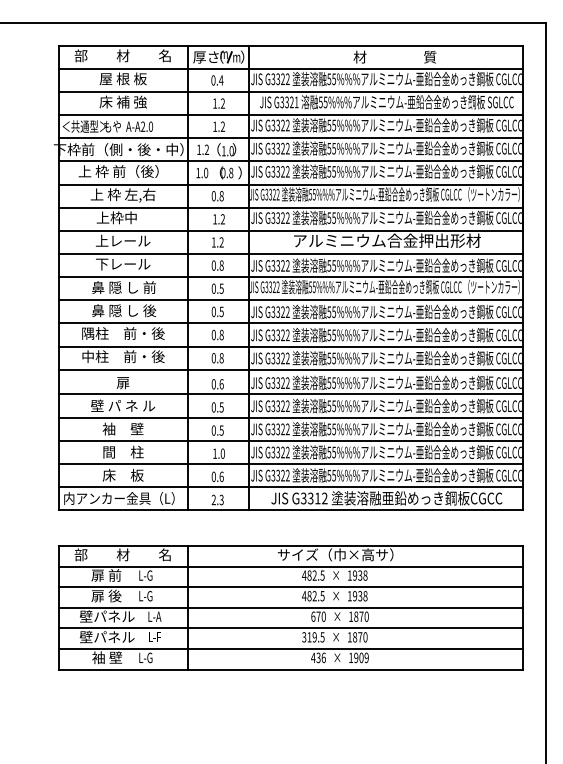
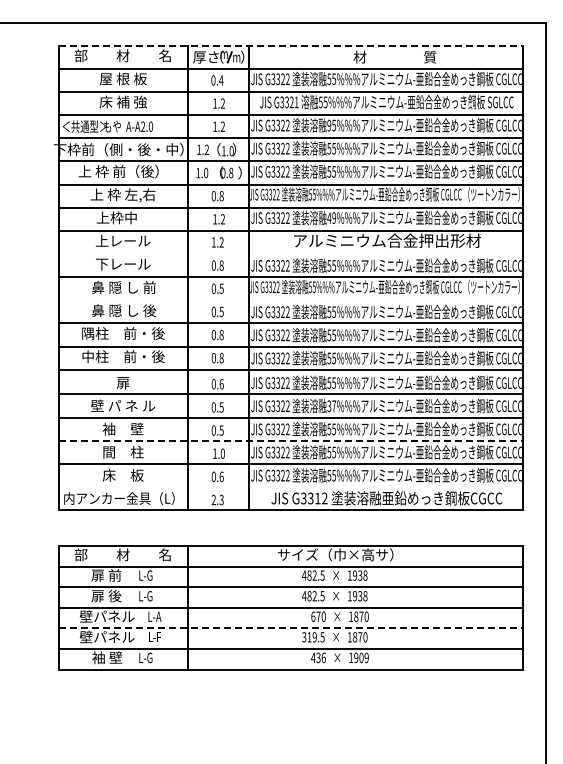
line at (291, 45): solid -> dashed
text at (329, 125): 55%%% -> 95%%%
text at (331, 217): 55%%% -> 49%%%
line at (290, 254): present -> none
line at (290, 300): present -> none
text at (331, 406): 55%%% -> 37%%%
line at (291, 440): solid -> dashed
line at (290, 486): present -> none
line at (291, 628): solid -> dashed
